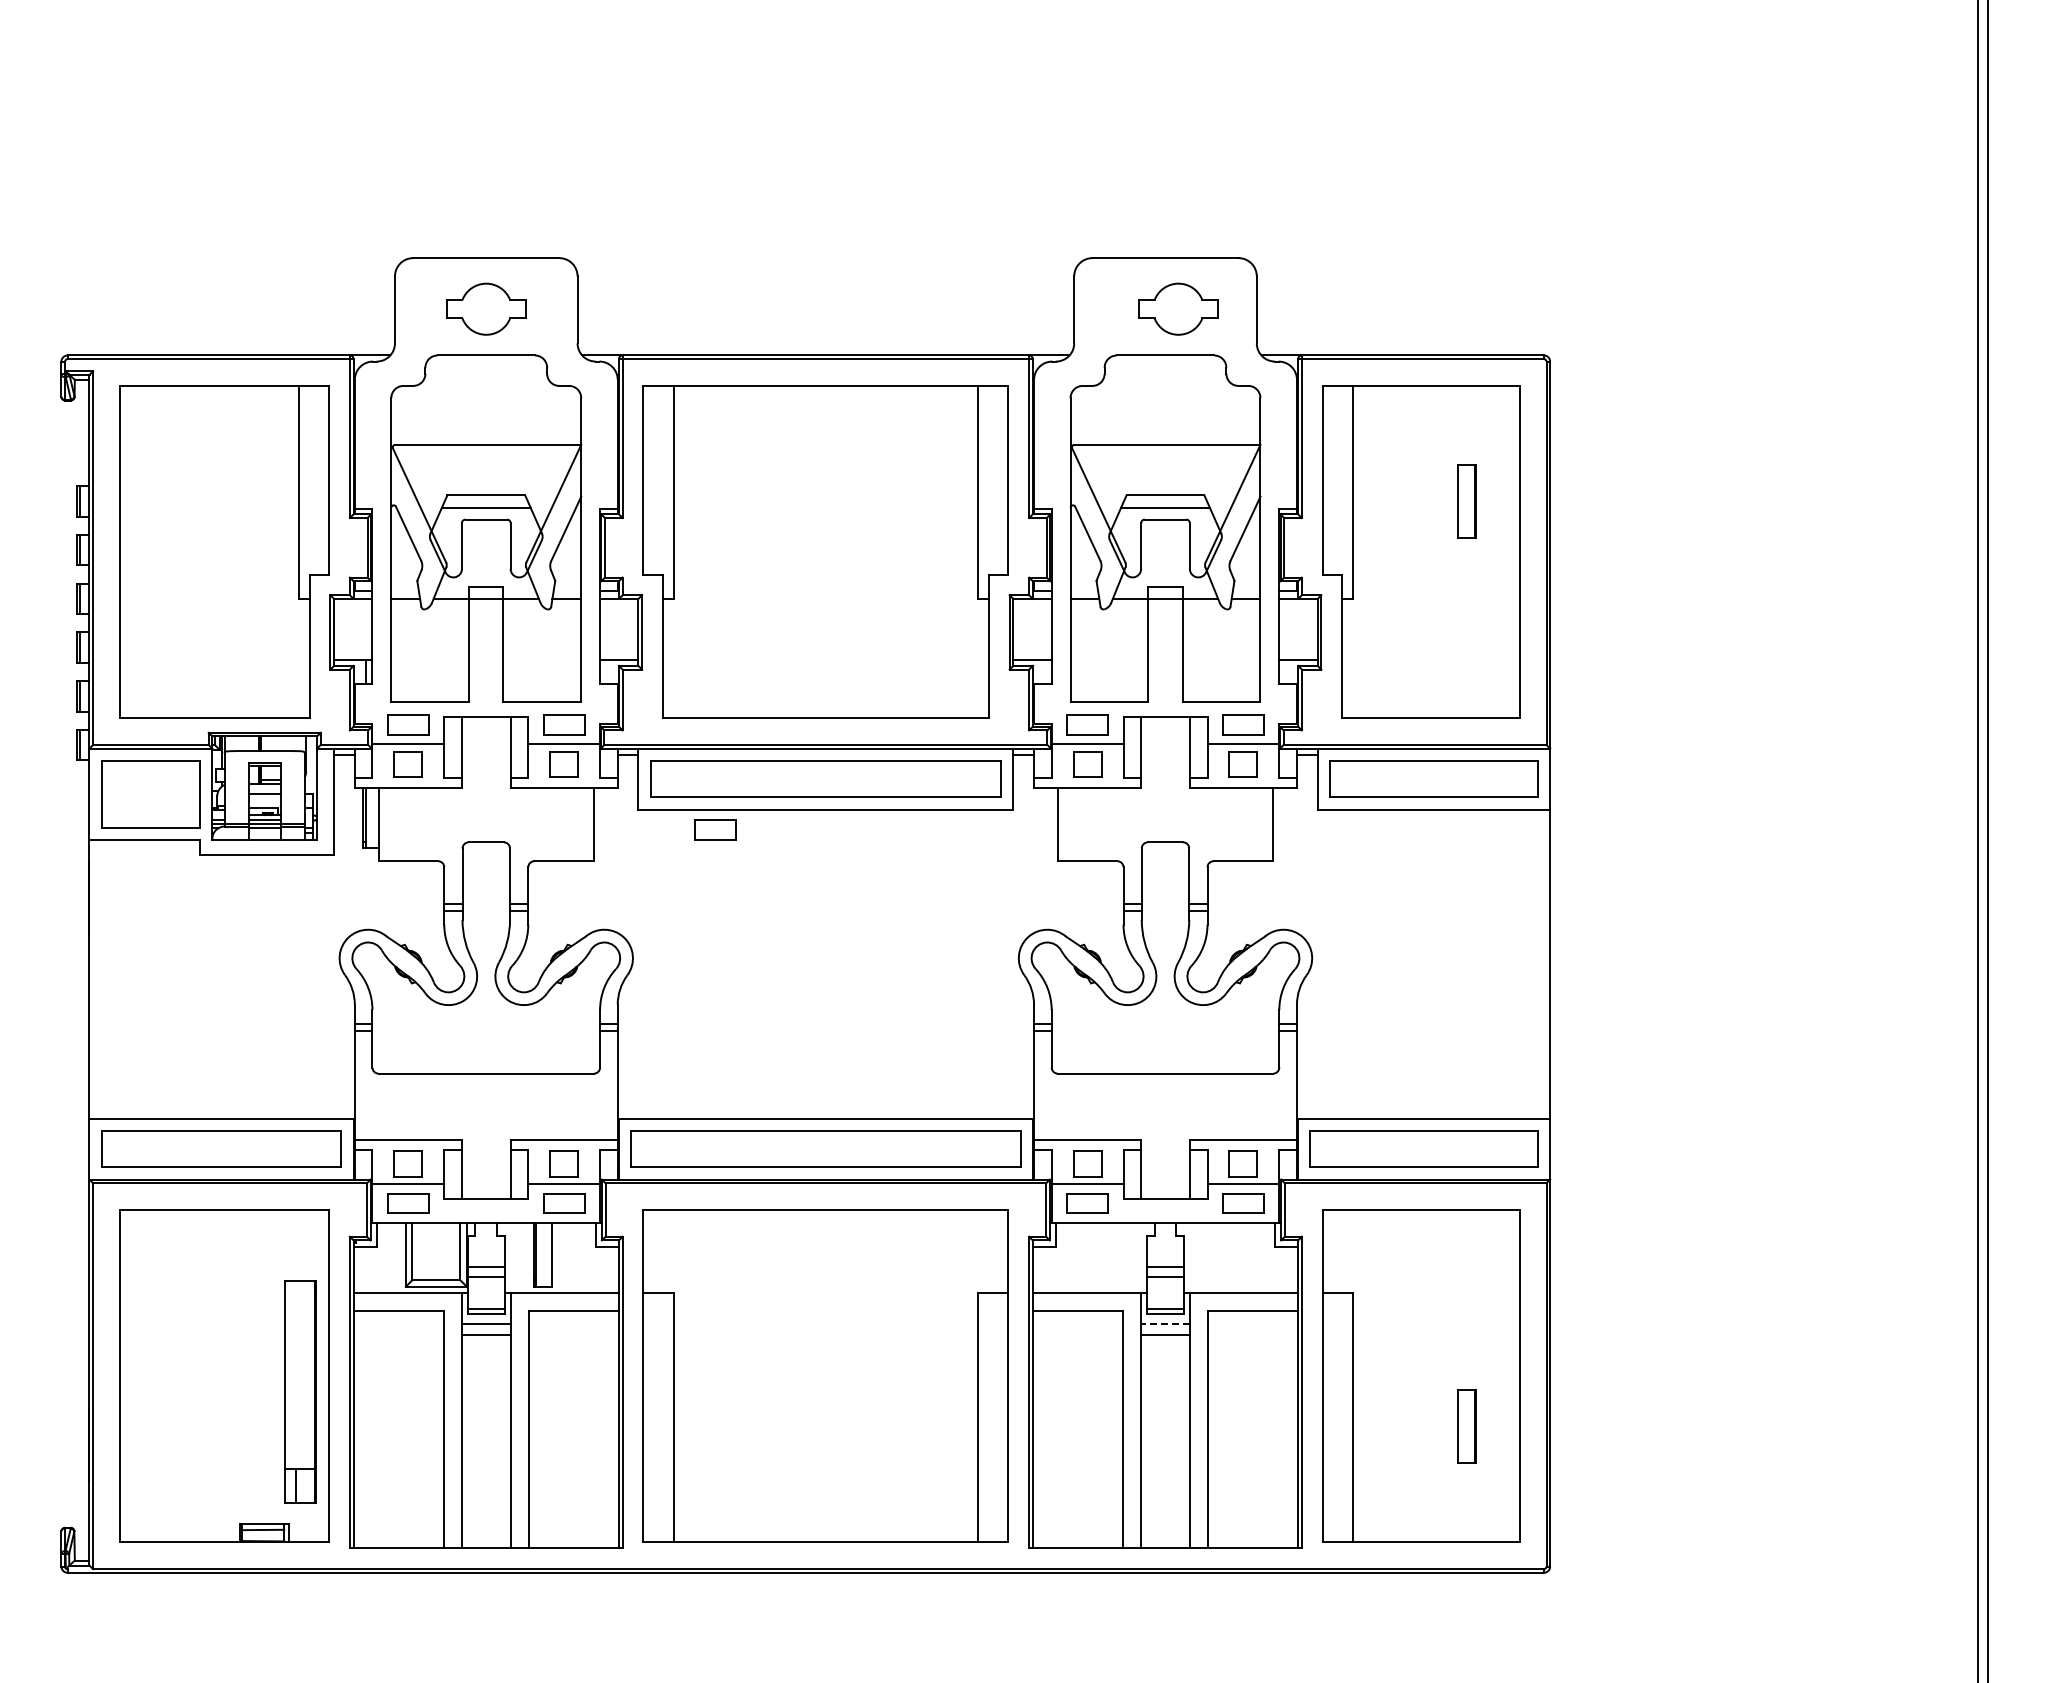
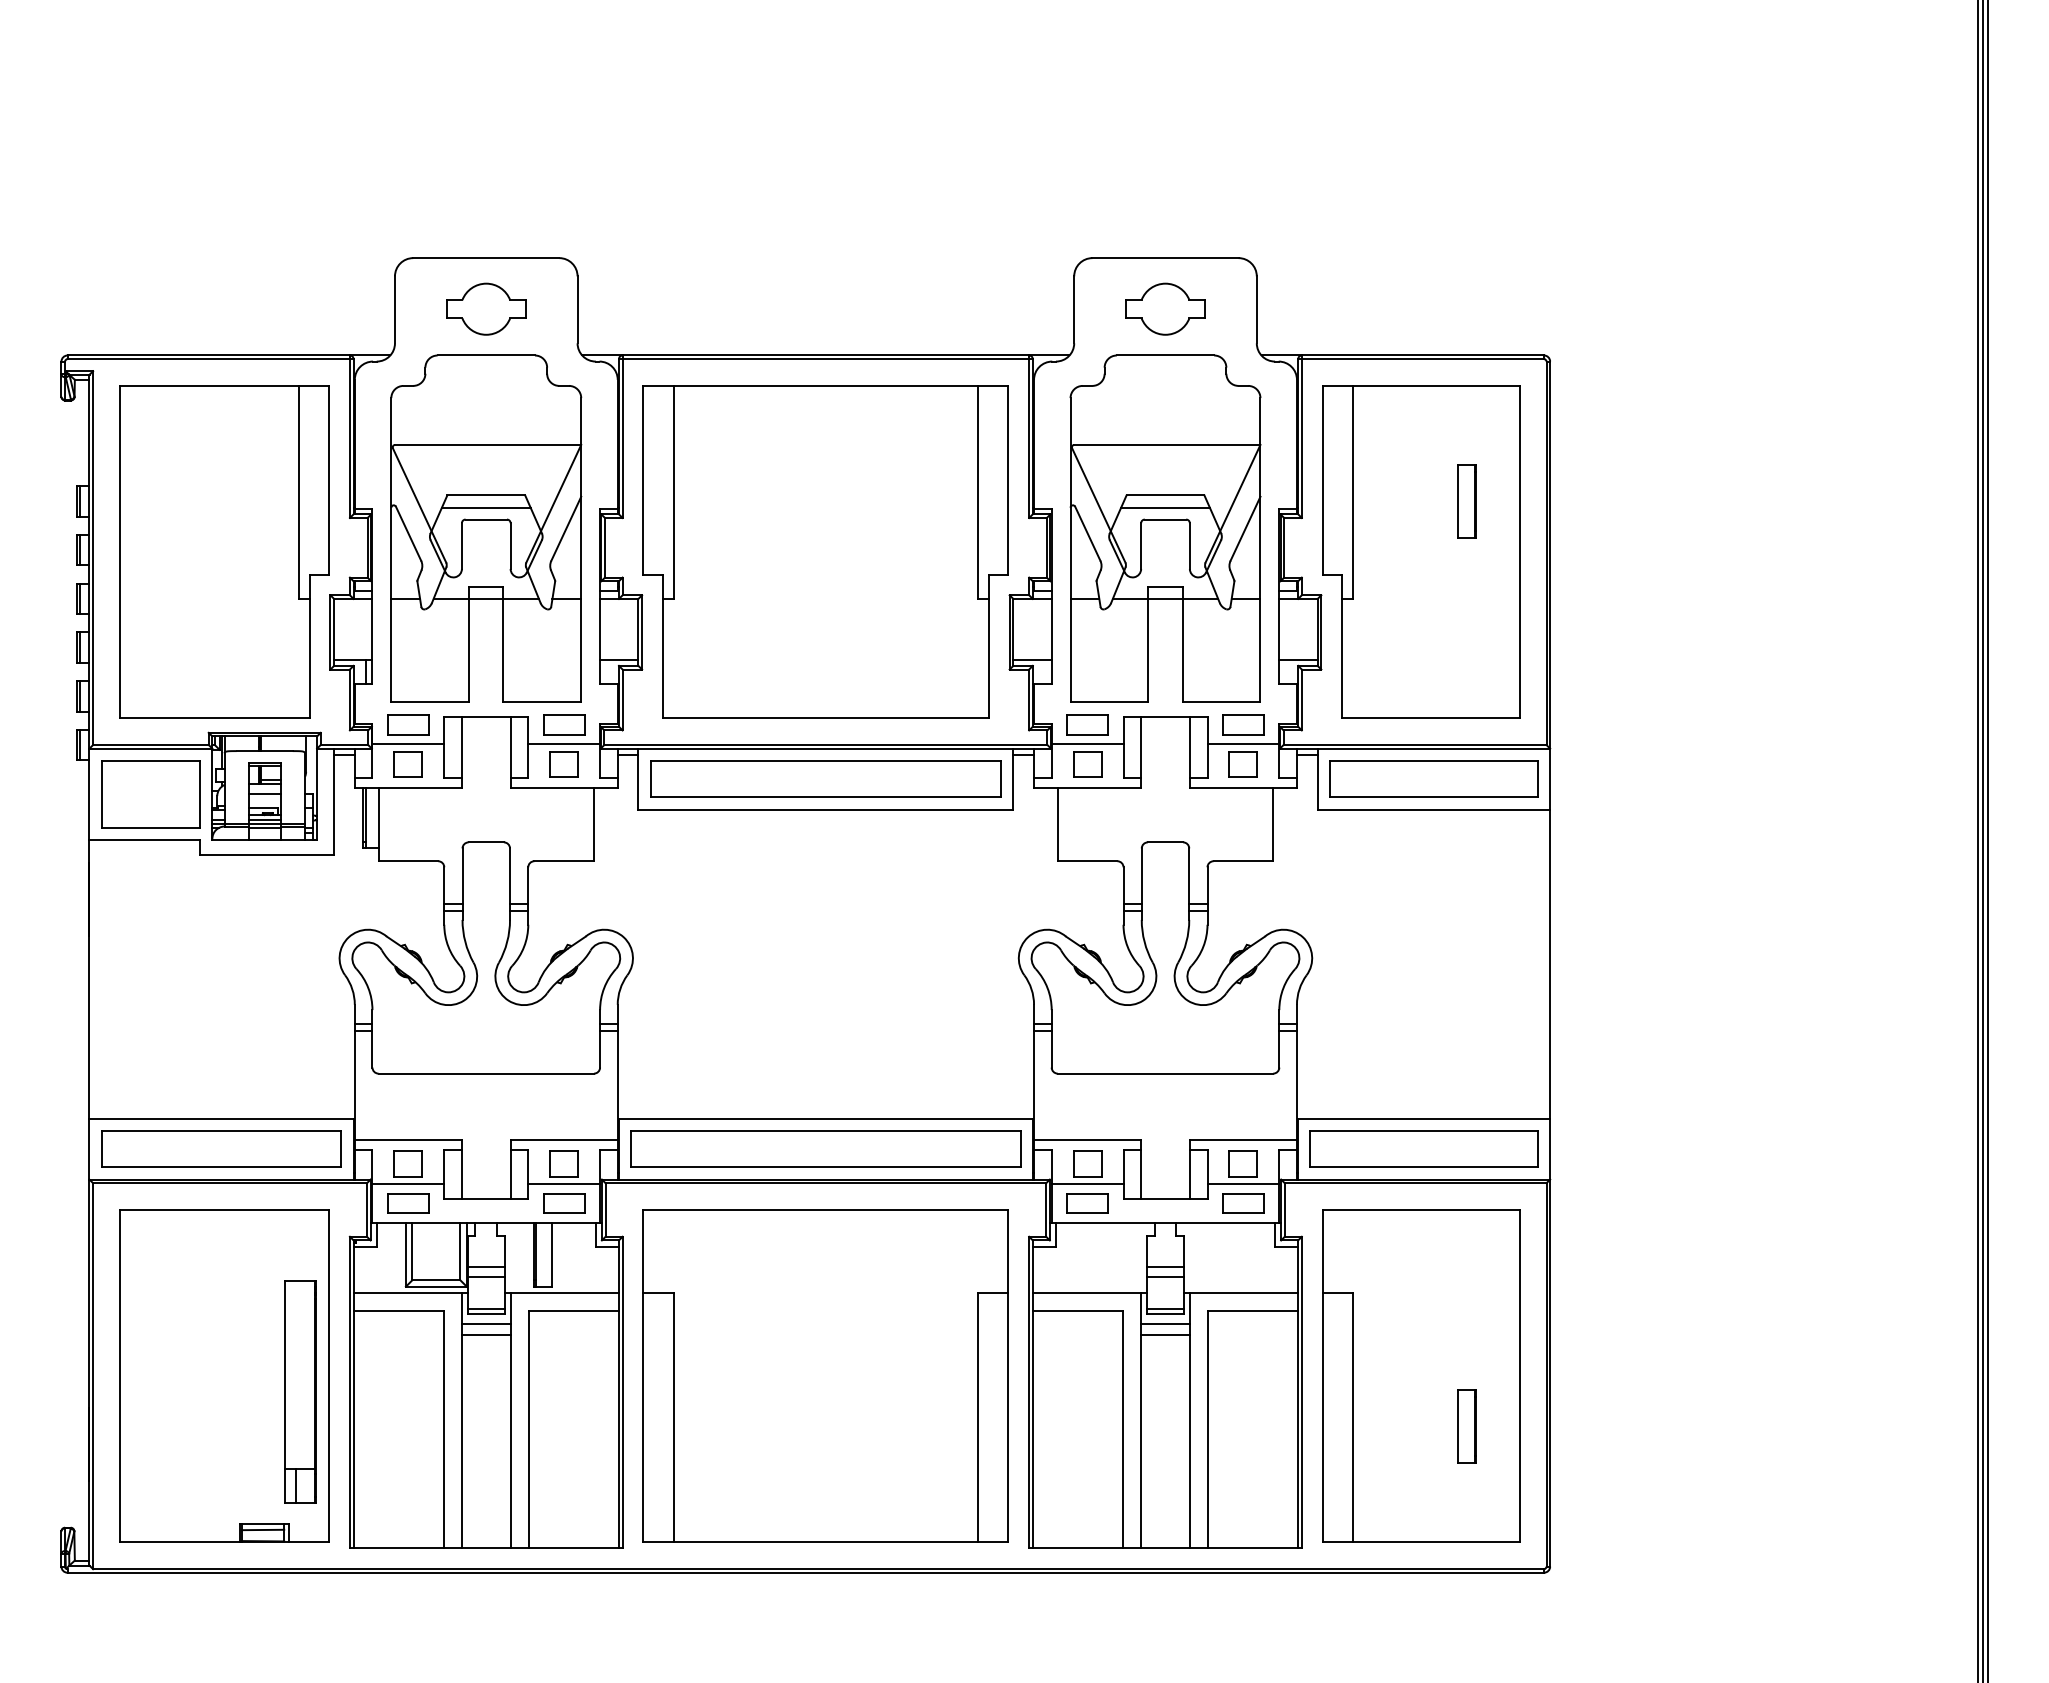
part at (1178, 308) position: (1178, 308) -> (1165, 308)
part at (715, 829): present -> none
line at (1982, 840): none -> present
line at (1165, 1324): dashed -> solid
